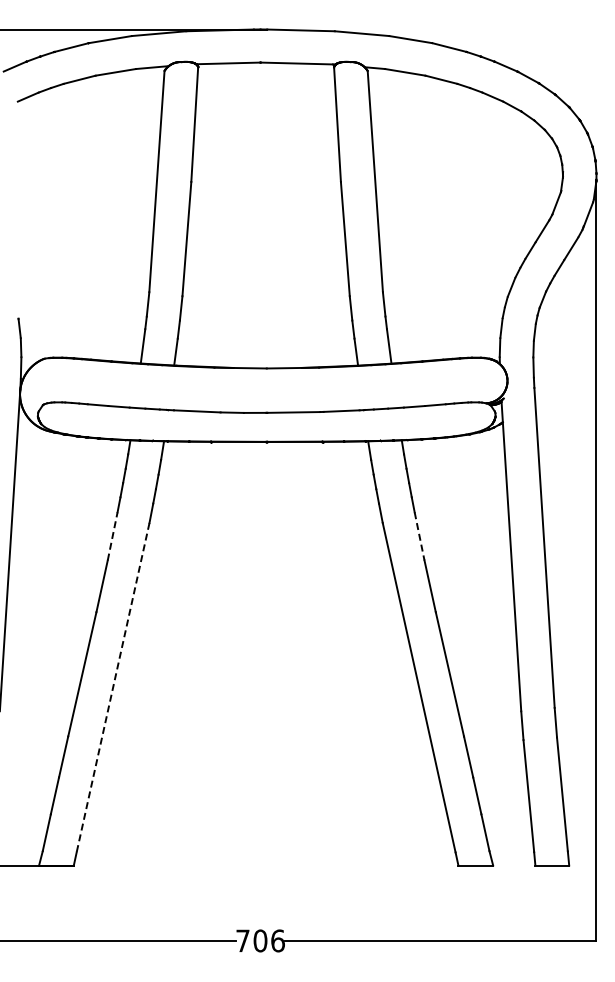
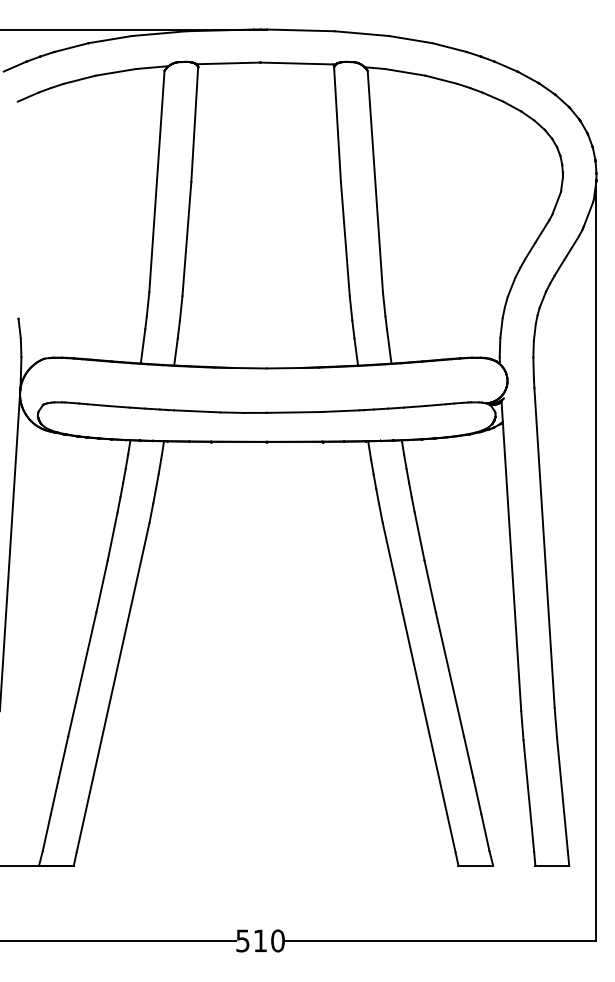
line at (112, 536): dashed -> solid
line at (419, 536): dashed -> solid
line at (113, 687): dashed -> solid
text at (260, 940): 706 -> 510
